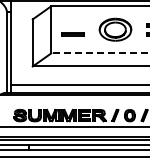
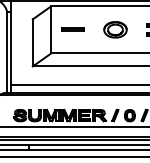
part at (115, 29) size: 35x25 px -> 25x18 px
line at (72, 34) position: (72, 34) -> (72, 29)
line at (100, 53): dashed -> solid
